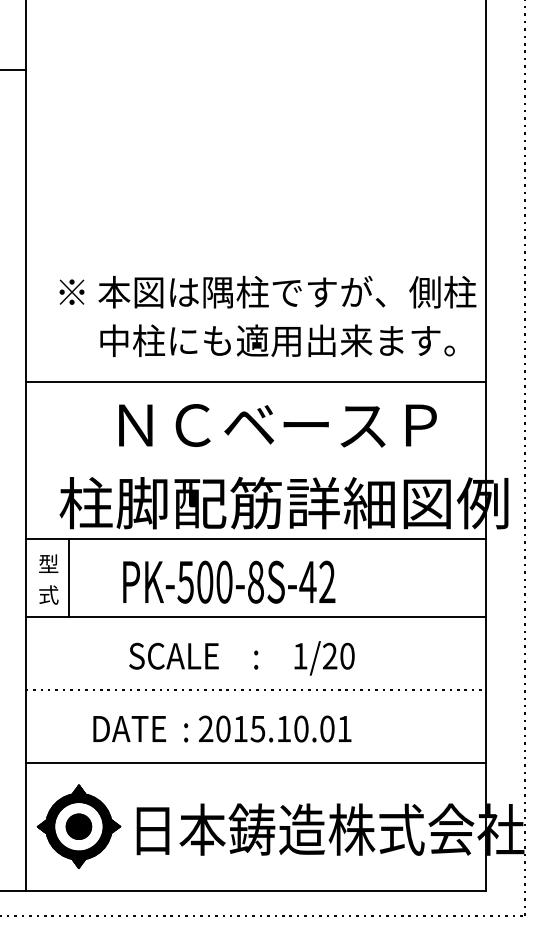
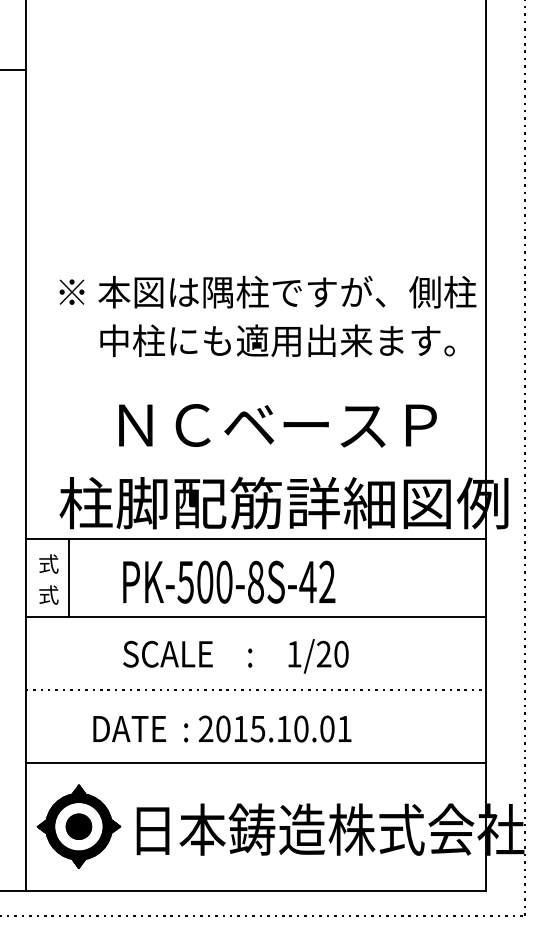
line at (255, 382): present -> none
text at (48, 563): 型 -> 式
text at (241, 658) position: (241, 658) -> (235, 656)
